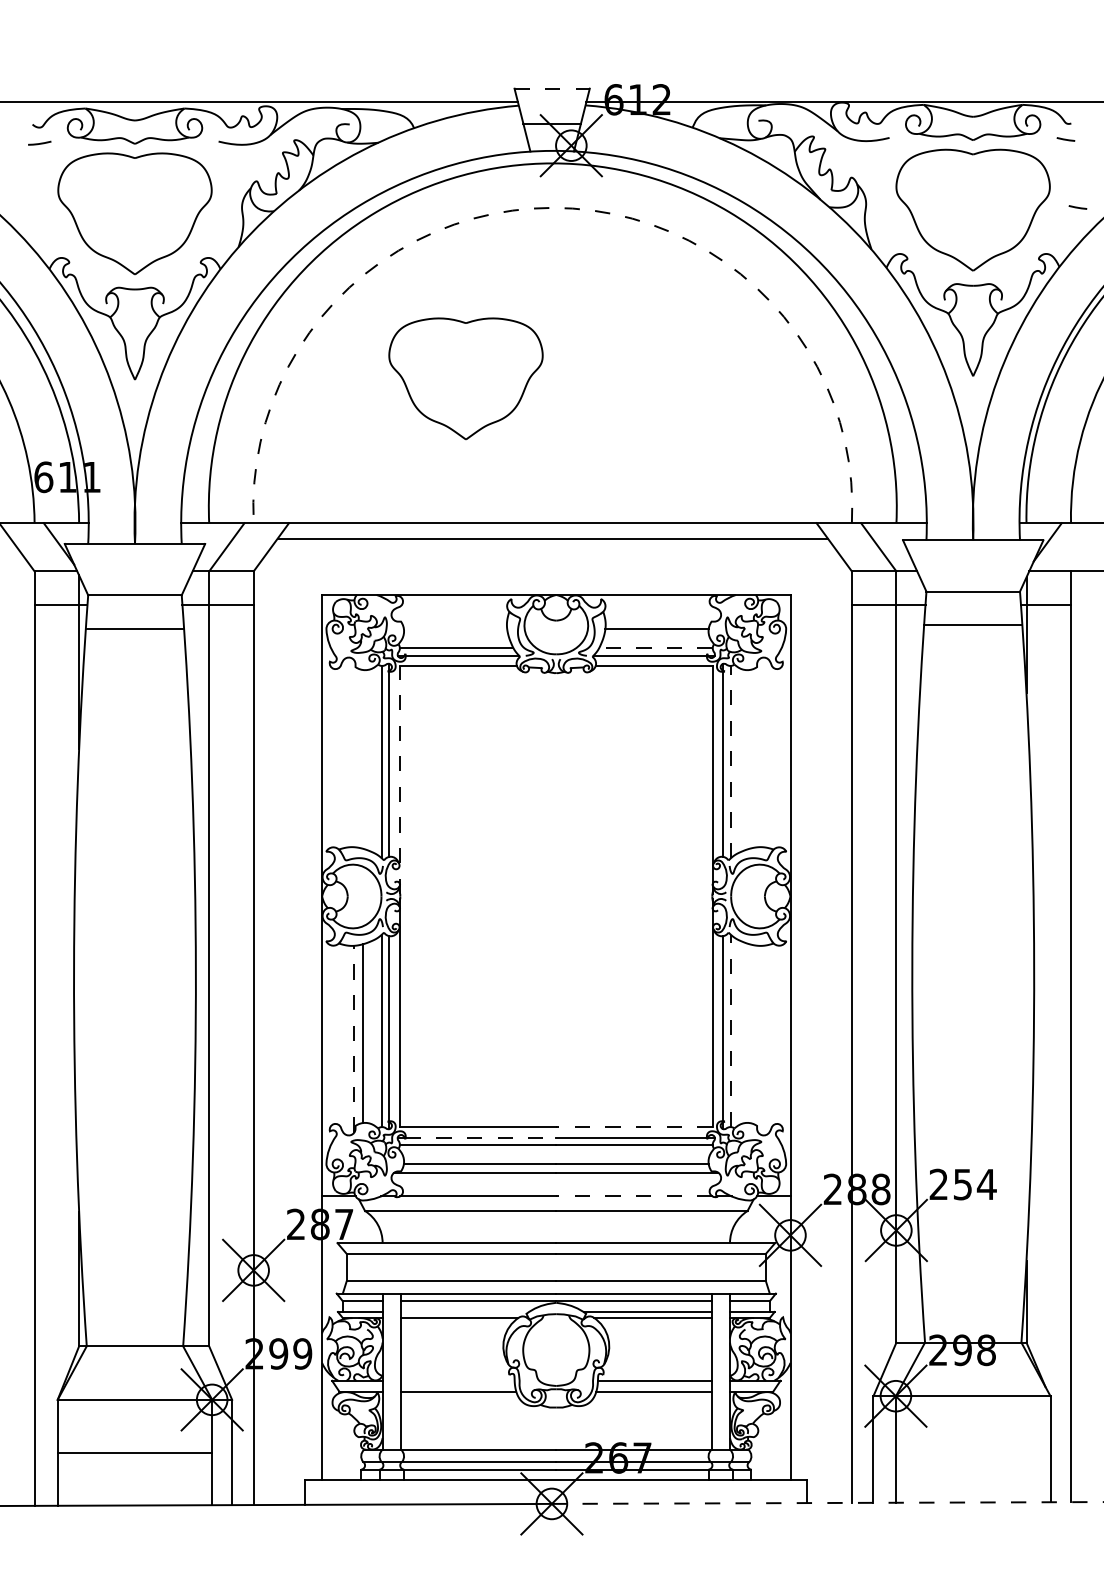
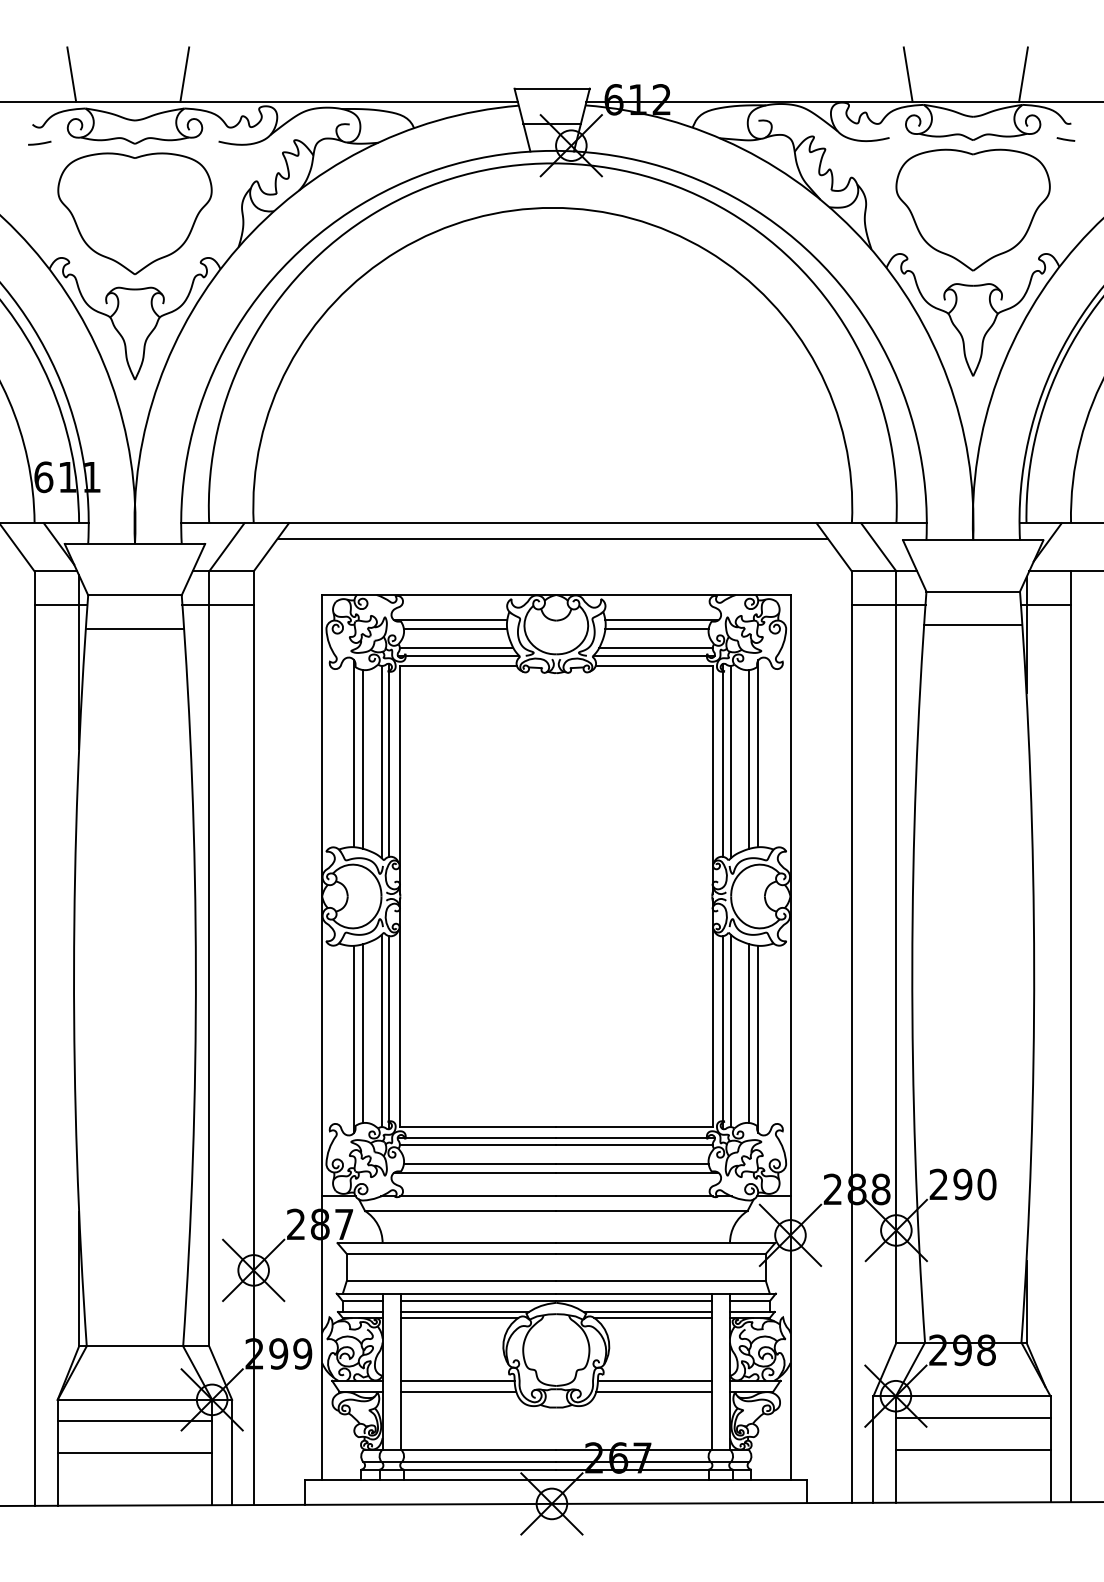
line at (71, 74): none -> present
line at (184, 74): none -> present
line at (907, 74): none -> present
line at (1023, 74): none -> present
line at (552, 88): dashed -> solid
arc at (552, 207): dashed -> solid
line at (1077, 207): present -> none
part at (465, 378): present -> none
line at (450, 620): none -> present
line at (661, 620): none -> present
line at (455, 629): none -> present
line at (656, 647): dashed -> solid
line at (354, 753): none -> present
line at (758, 753): none -> present
line at (363, 759): none -> present
line at (749, 759): none -> present
line at (730, 761): dashed -> solid
line at (400, 780): dashed -> solid
line at (730, 1030): dashed -> solid
line at (749, 1033): none -> present
line at (354, 1038): dashed -> solid
line at (758, 1038): none -> present
line at (633, 1126): dashed -> solid
line at (481, 1137): dashed -> solid
text at (974, 1184): 254 -> 290
line at (633, 1196): dashed -> solid
line at (465, 1311): none -> present
line at (457, 1380): none -> present
line at (972, 1417): none -> present
line at (134, 1421): none -> present
line at (972, 1449): none -> present
line at (827, 1502): dashed -> solid
